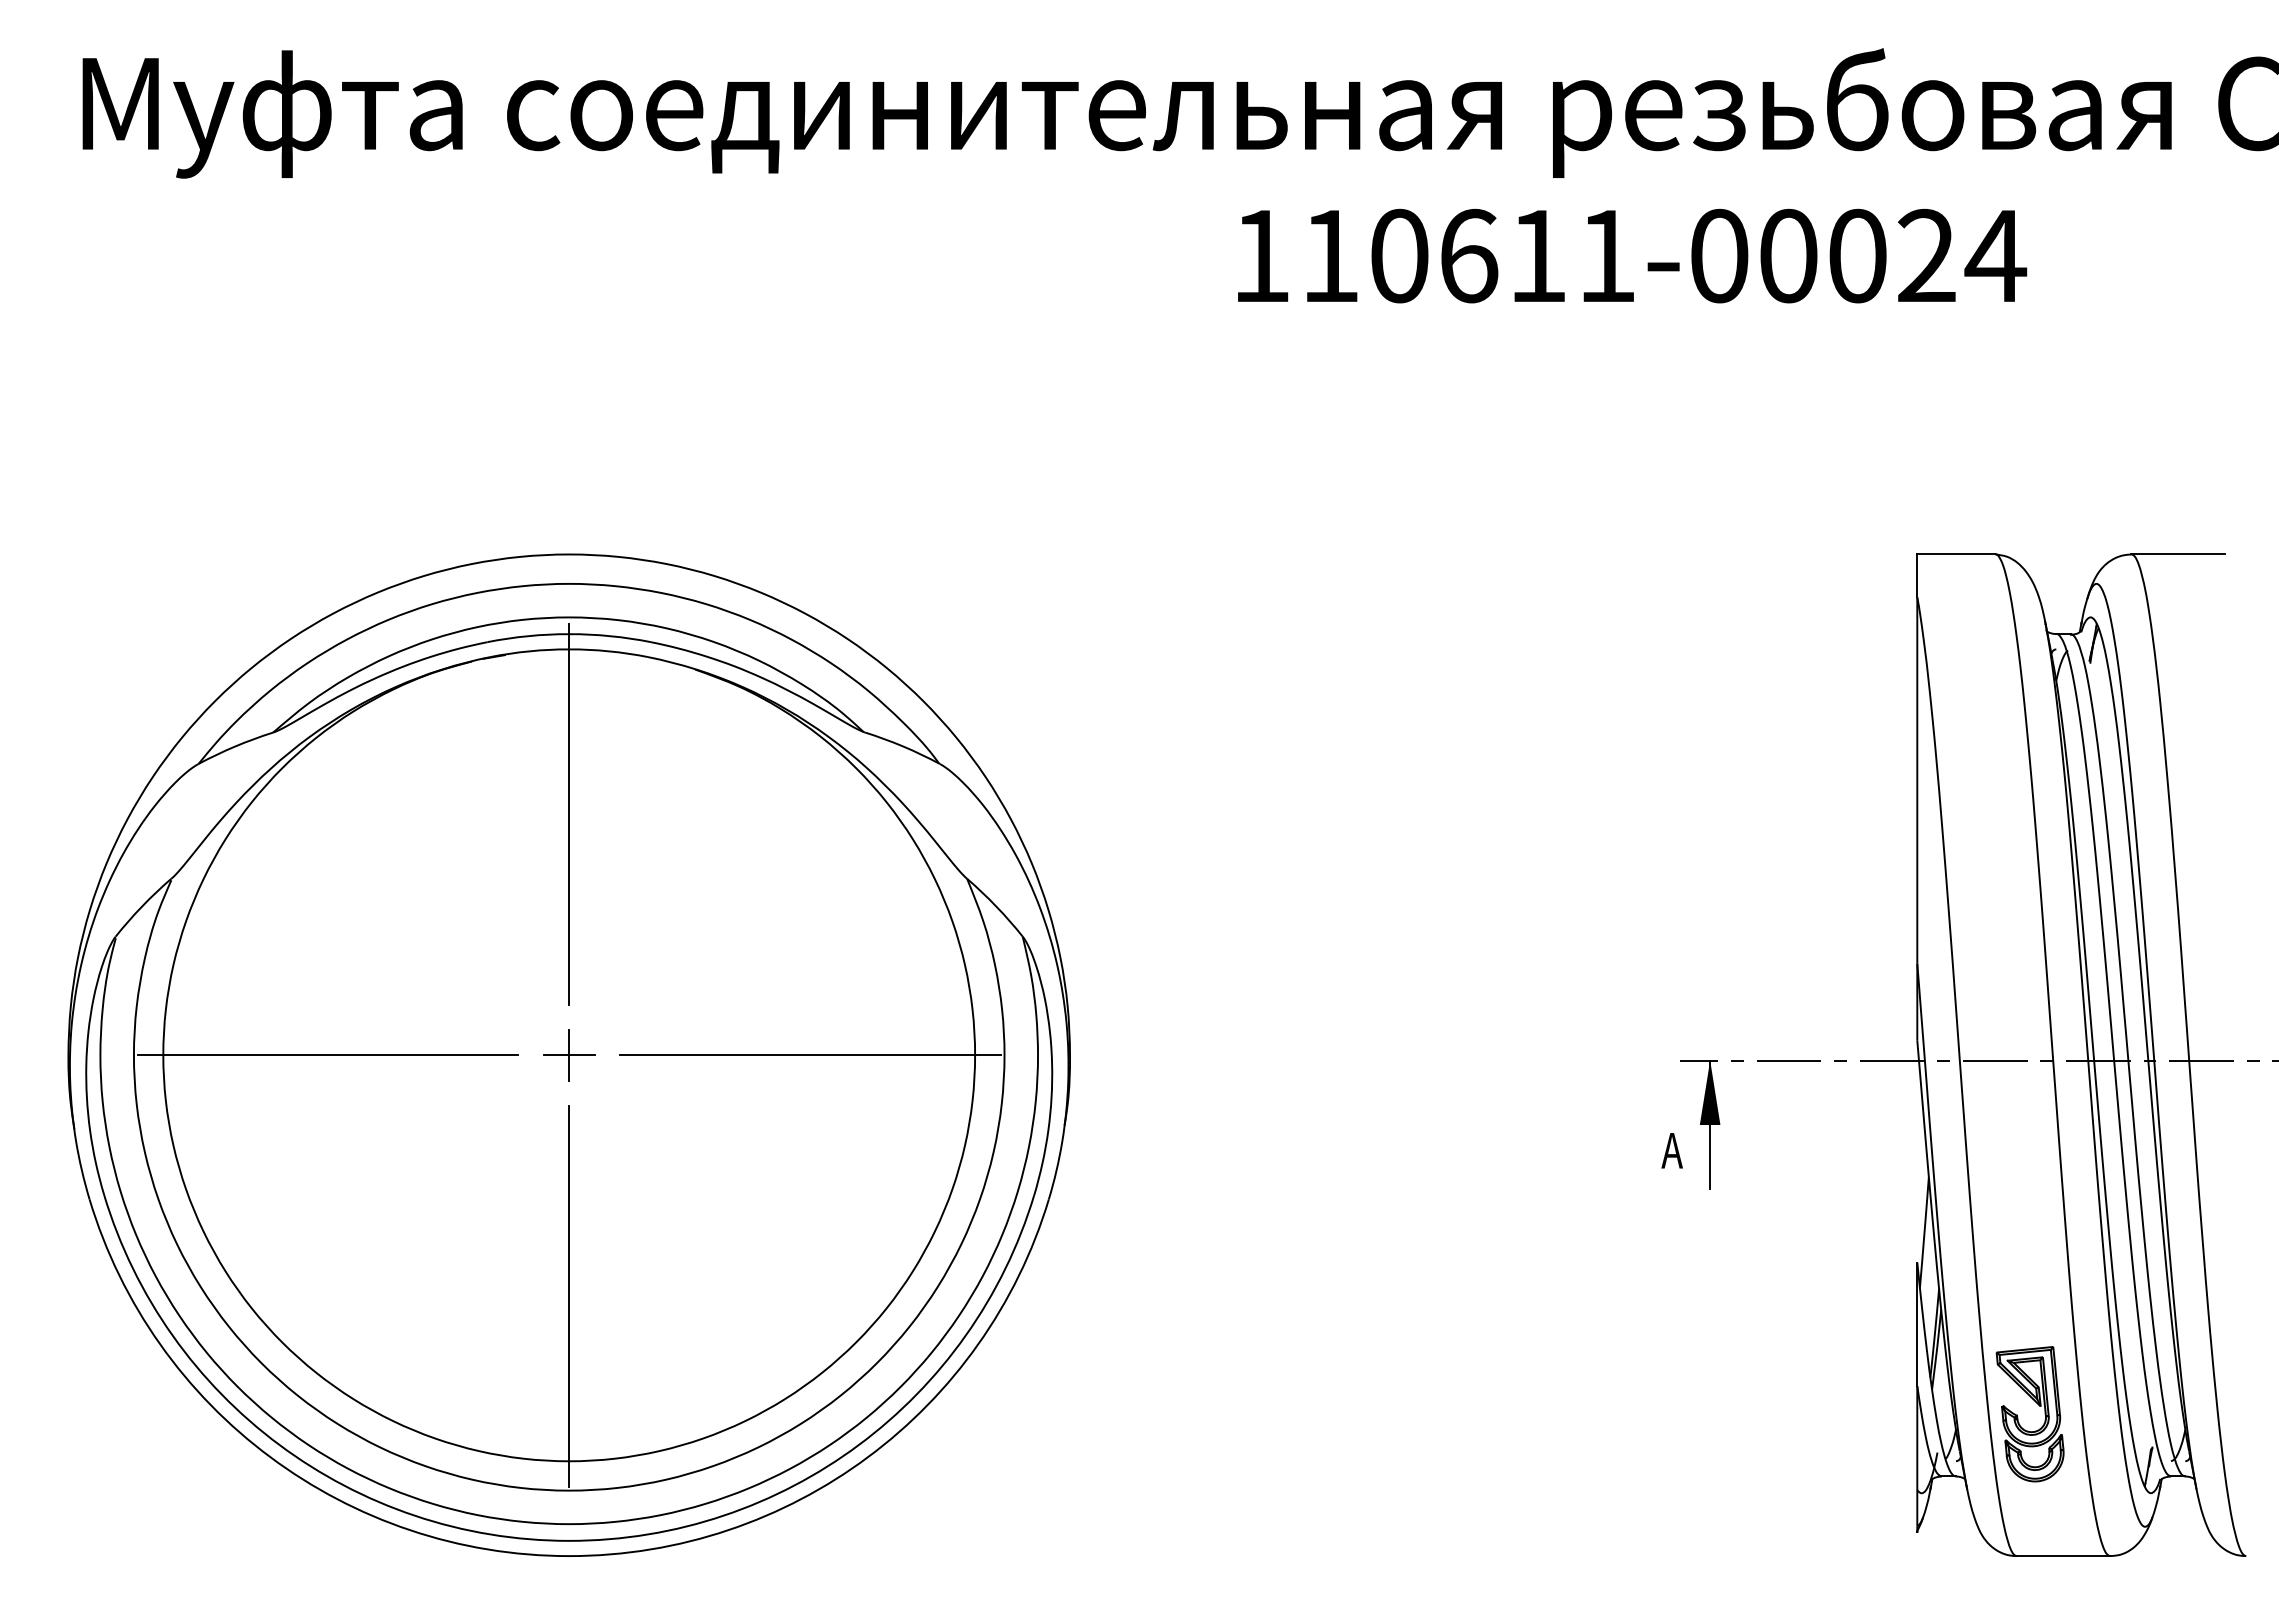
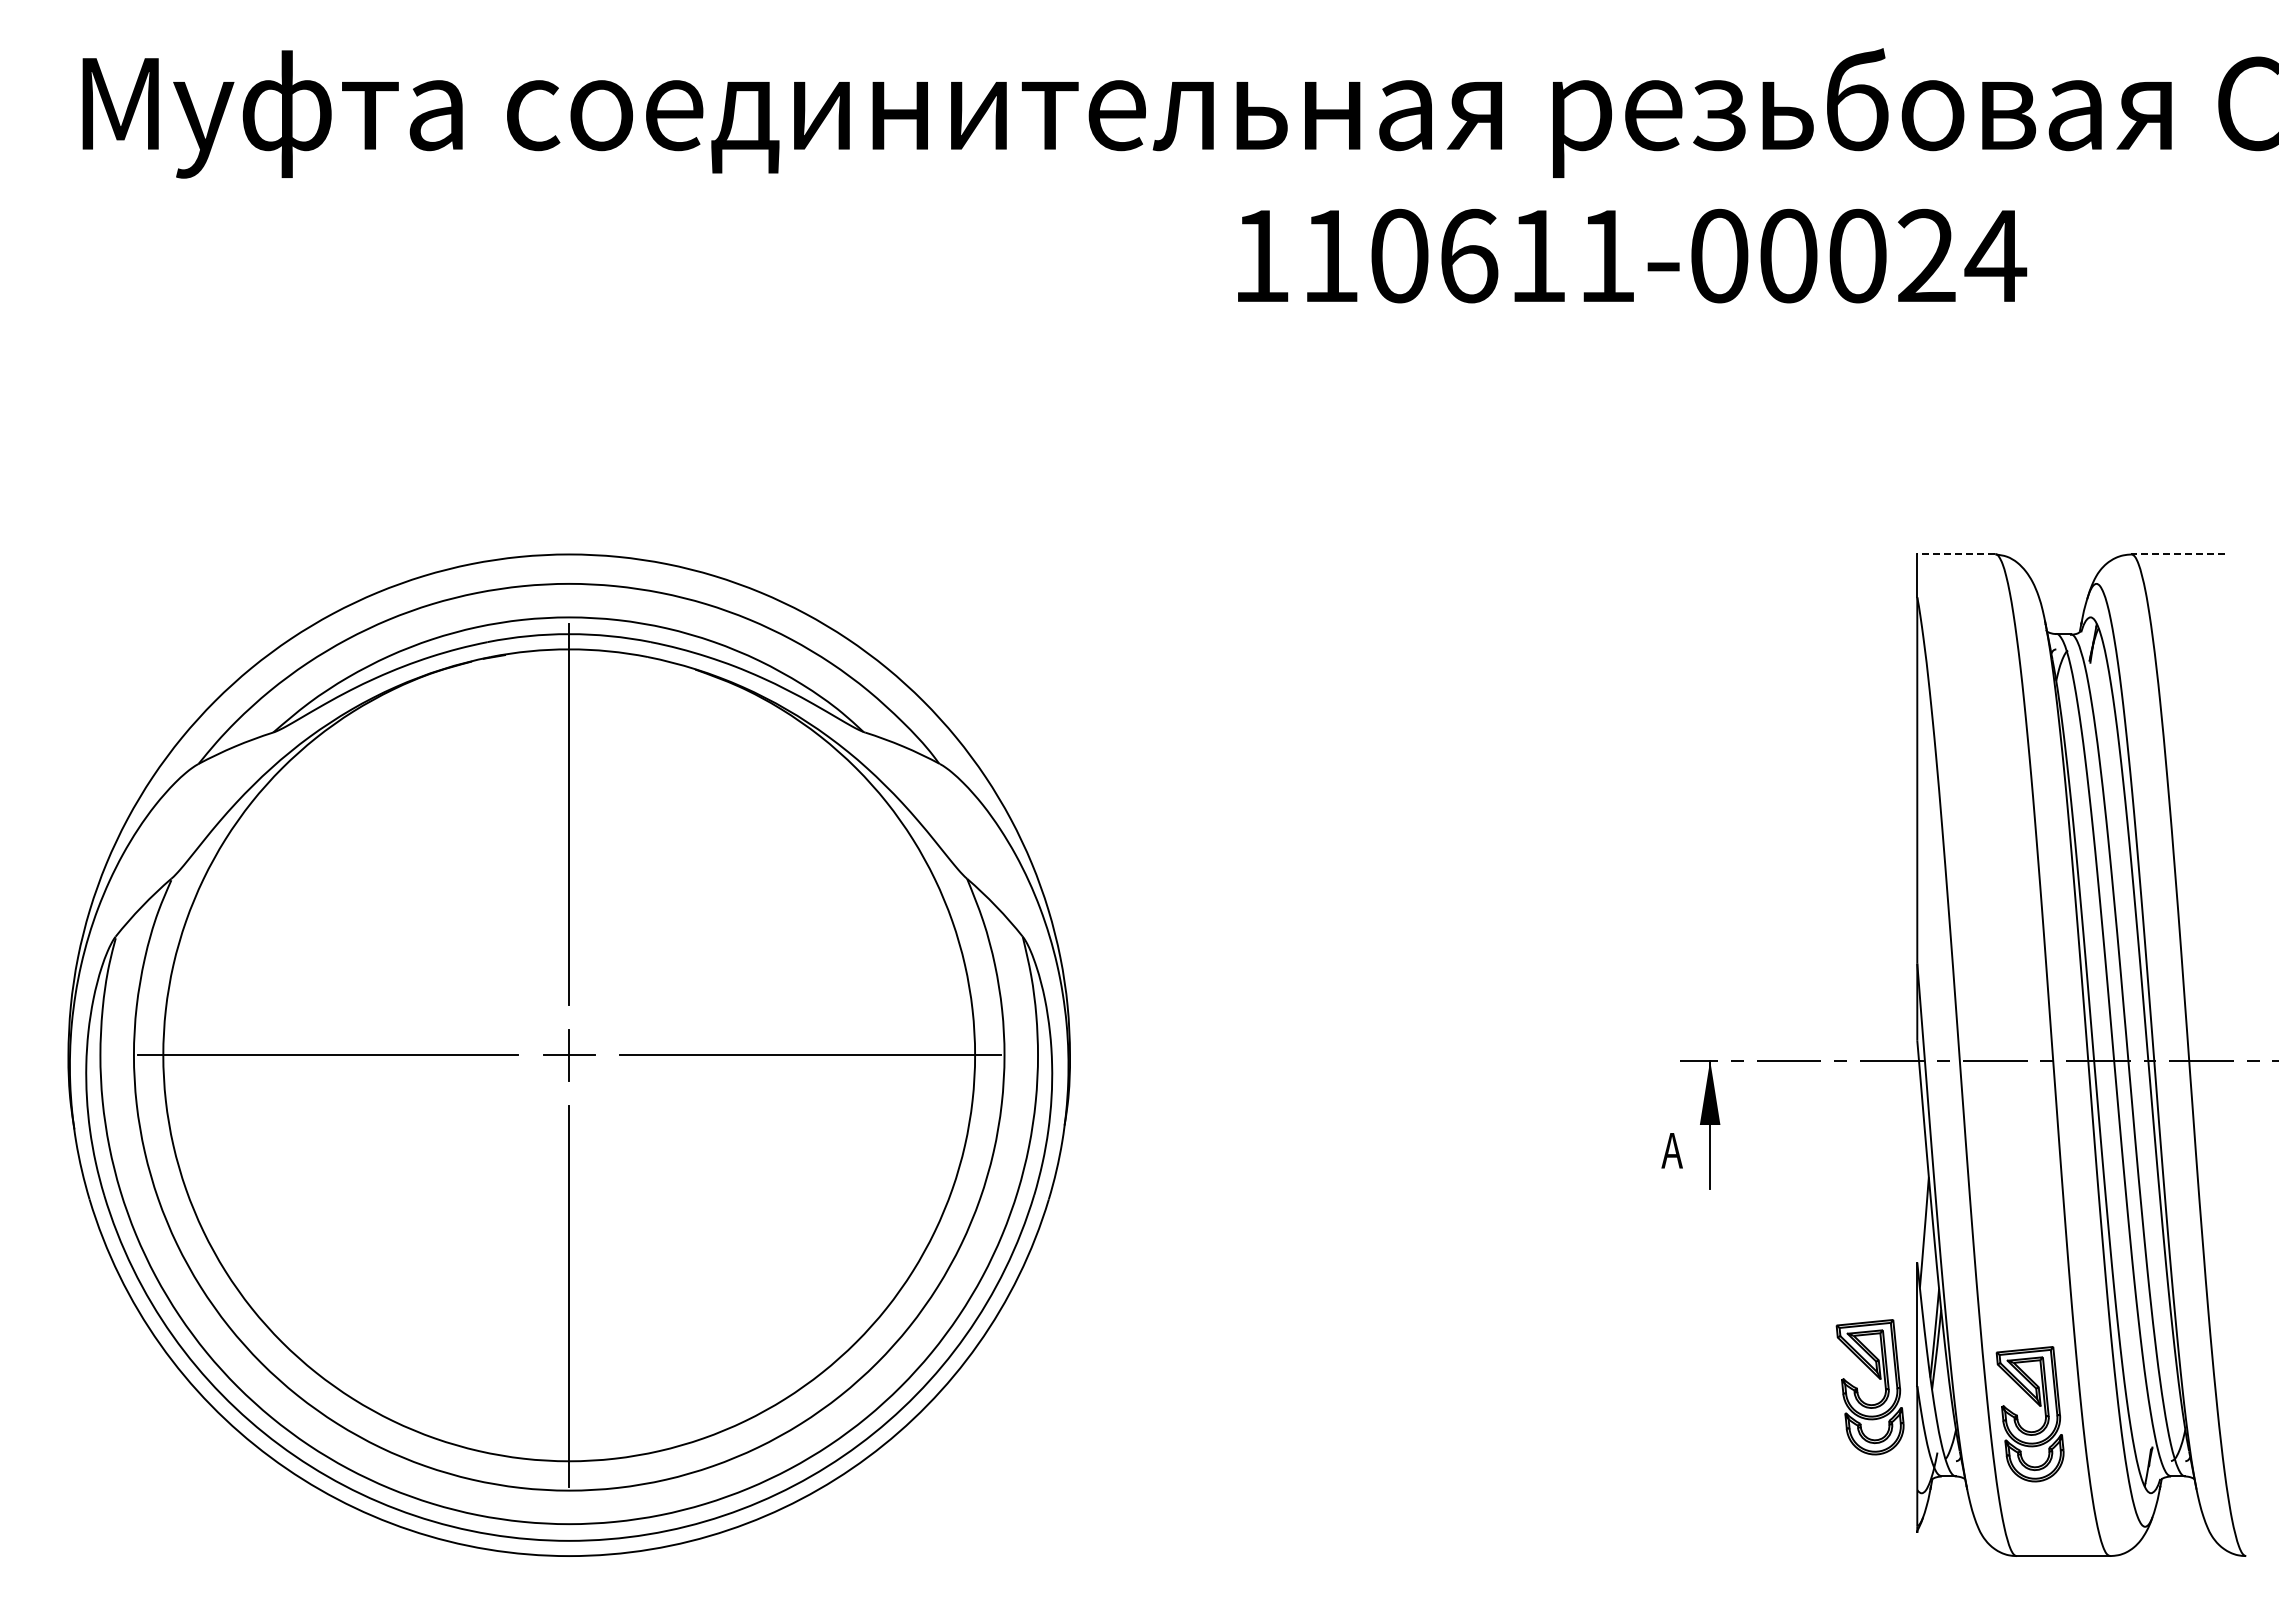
line at (1955, 554): solid -> dashed
line at (2178, 554): solid -> dashed
part at (1858, 1390): none -> present
